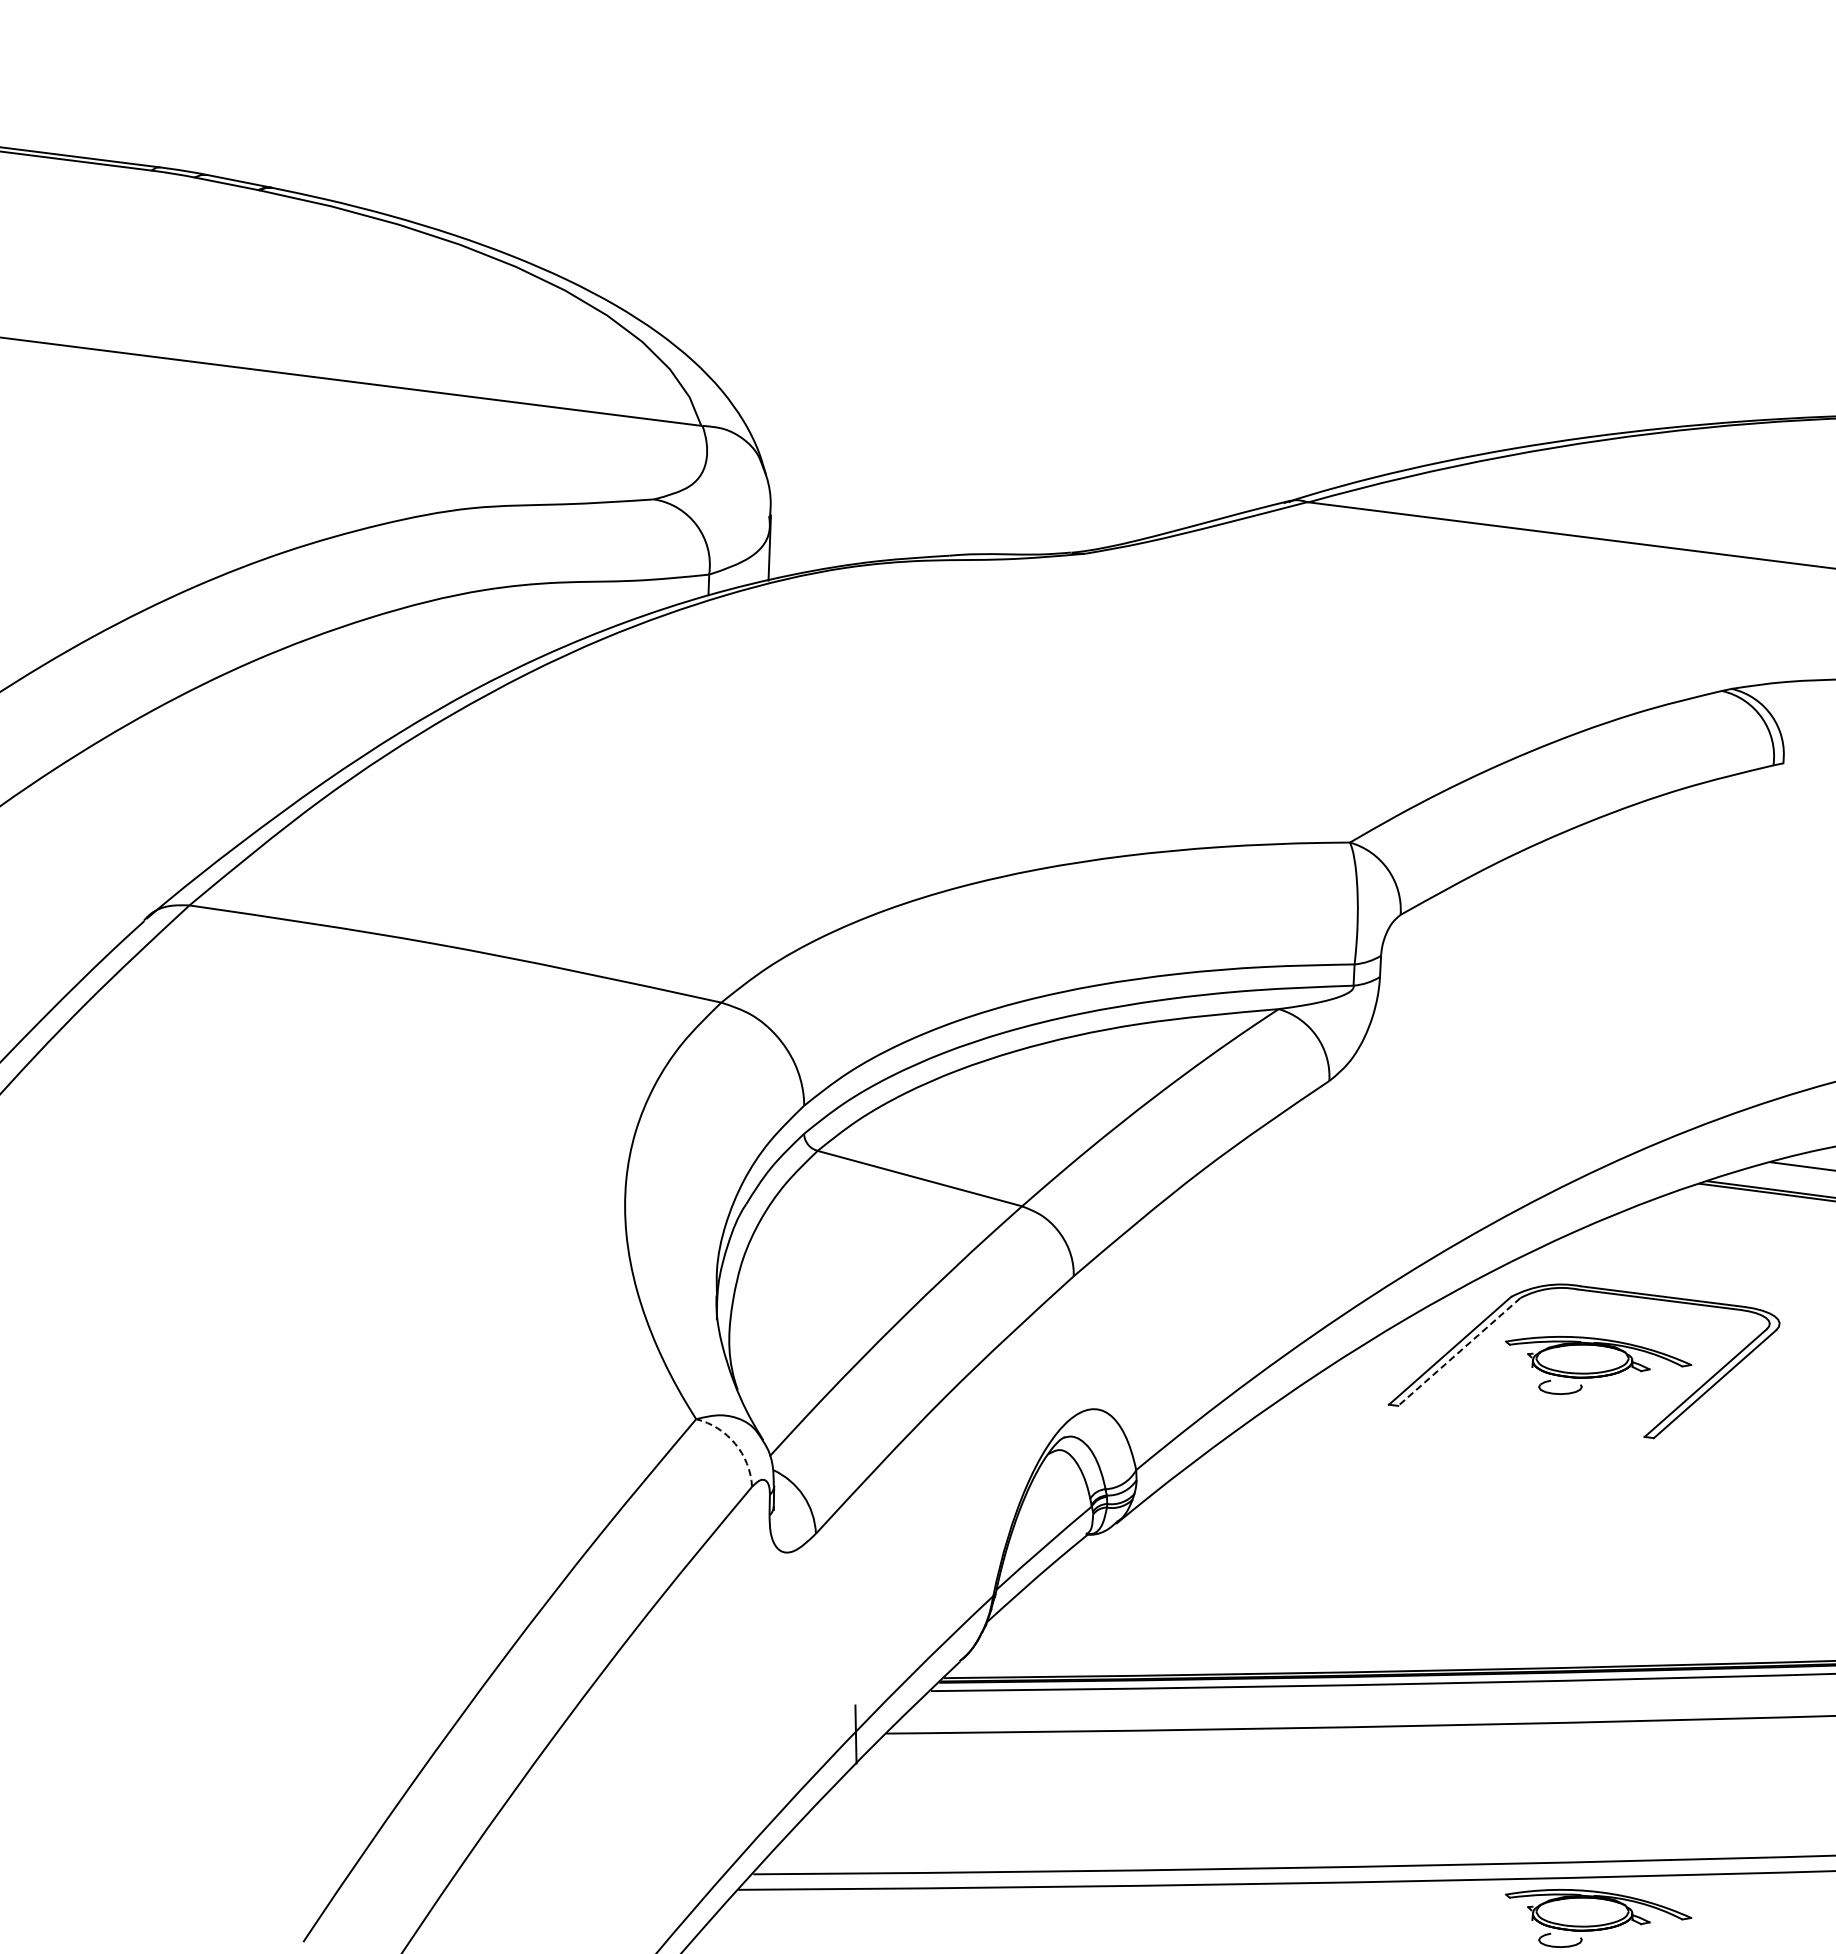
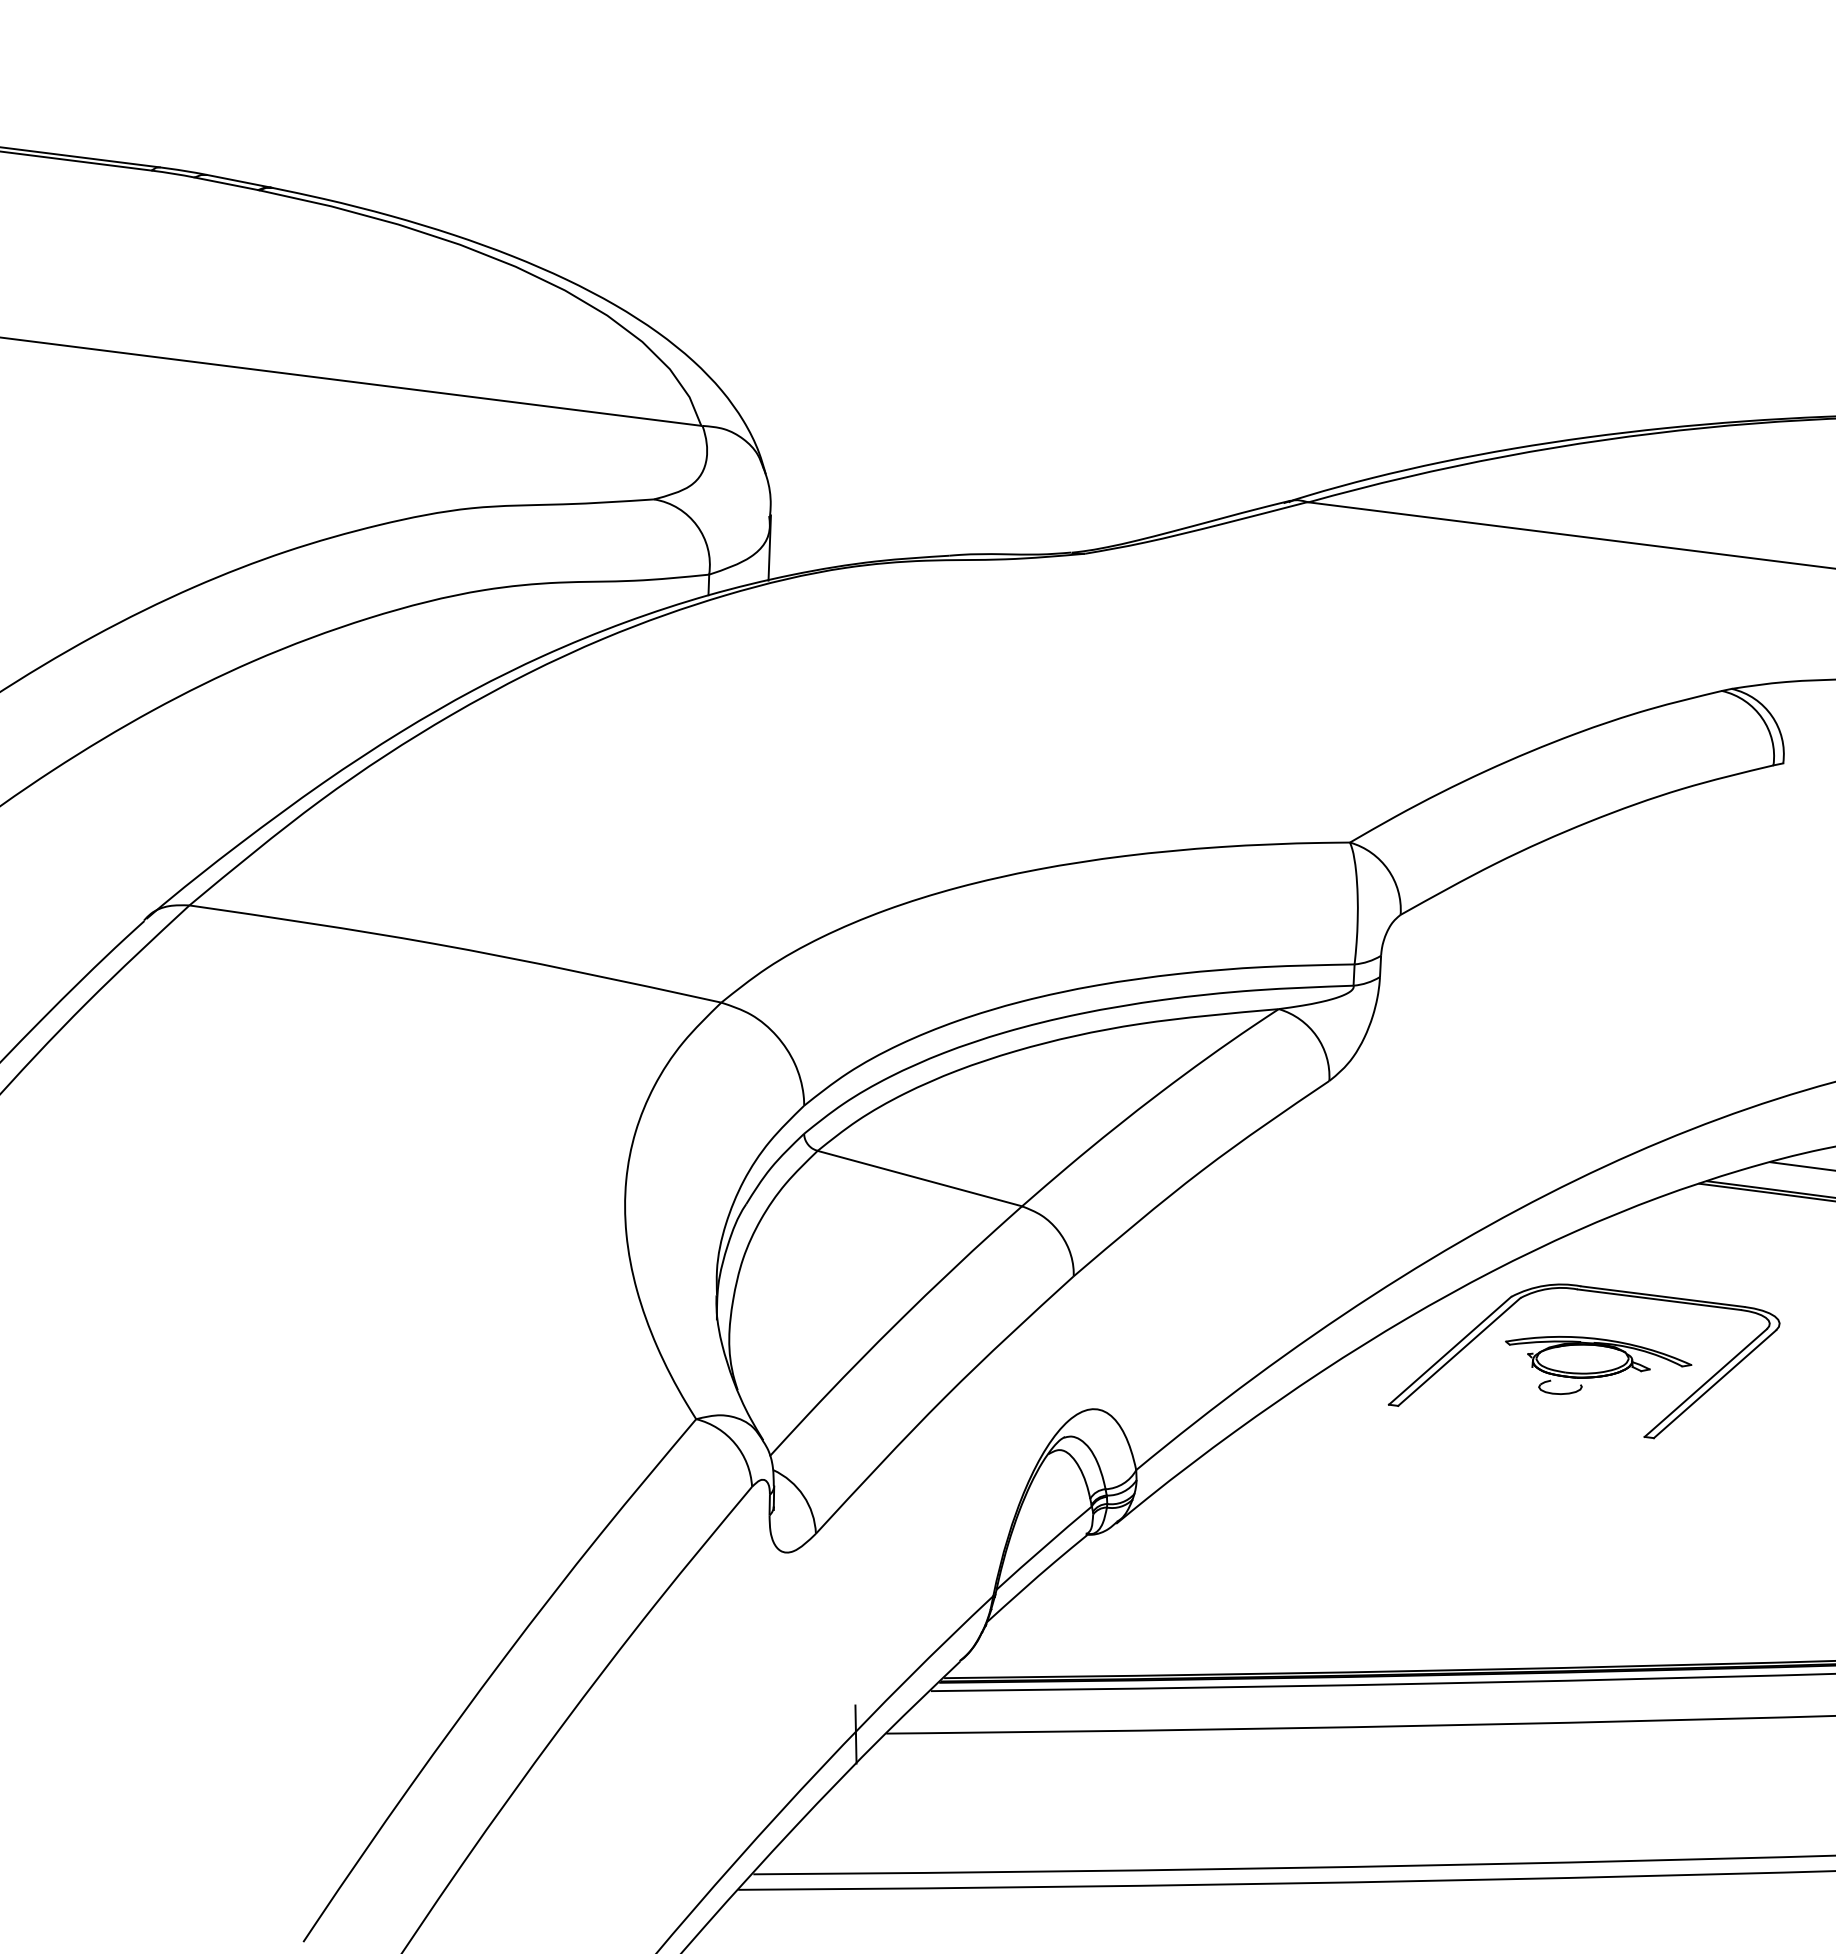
line at (1459, 1352): dashed -> solid
arc at (735, 1443): dashed -> solid
part at (1598, 1918): present -> none
